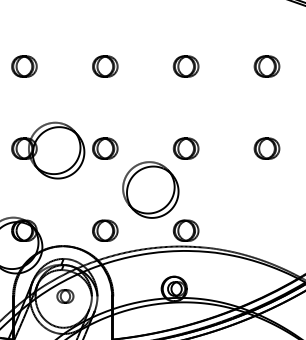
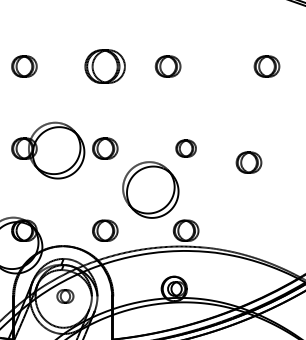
part at (105, 66) size: 27x23 px -> 42x35 px
part at (185, 66) position: (185, 66) -> (167, 66)
part at (185, 148) size: 28x23 px -> 22x19 px
part at (266, 148) position: (266, 148) -> (248, 162)
